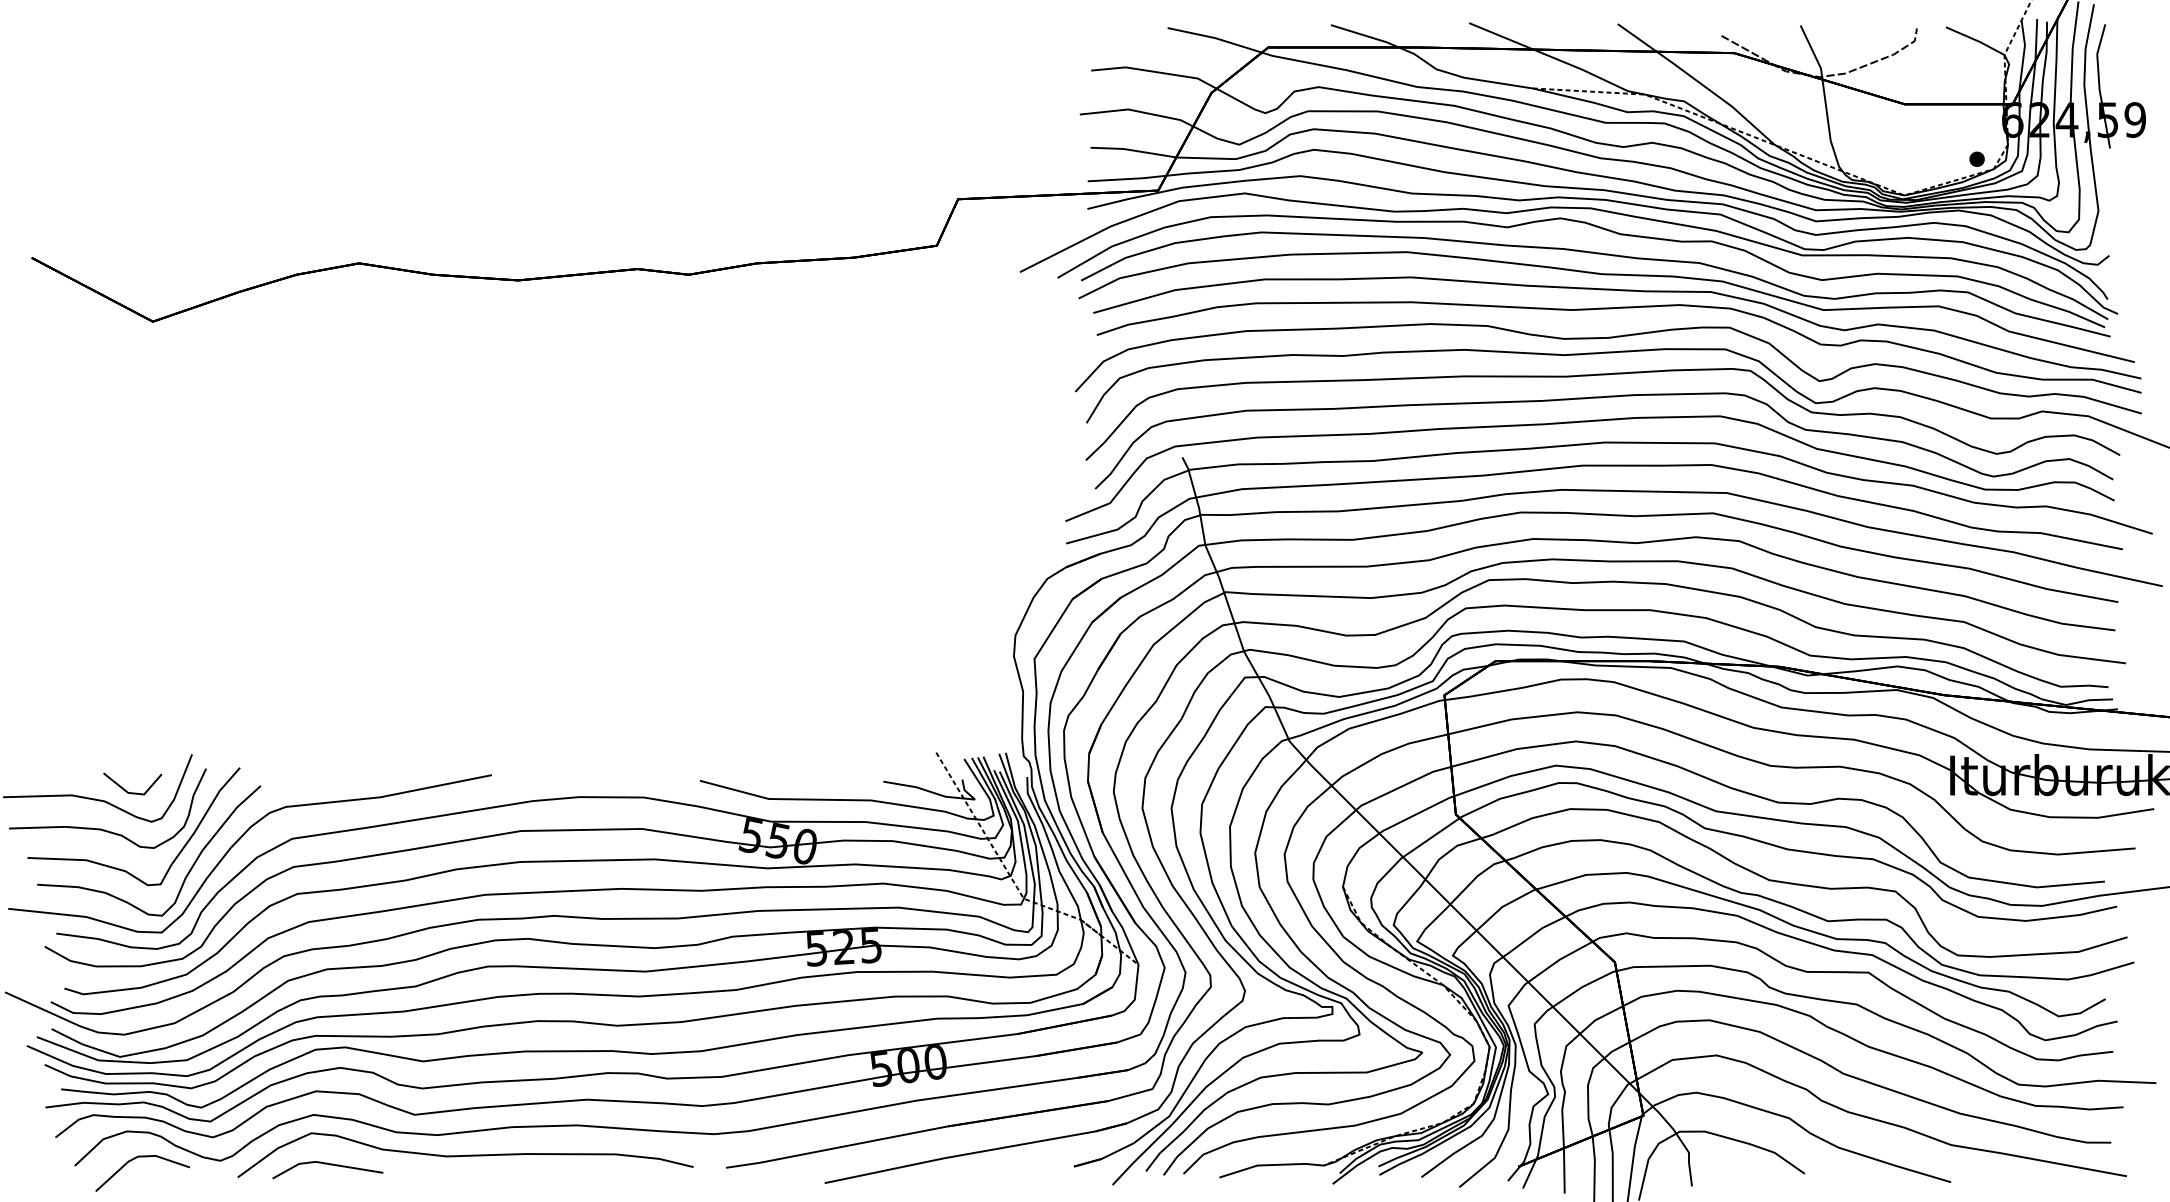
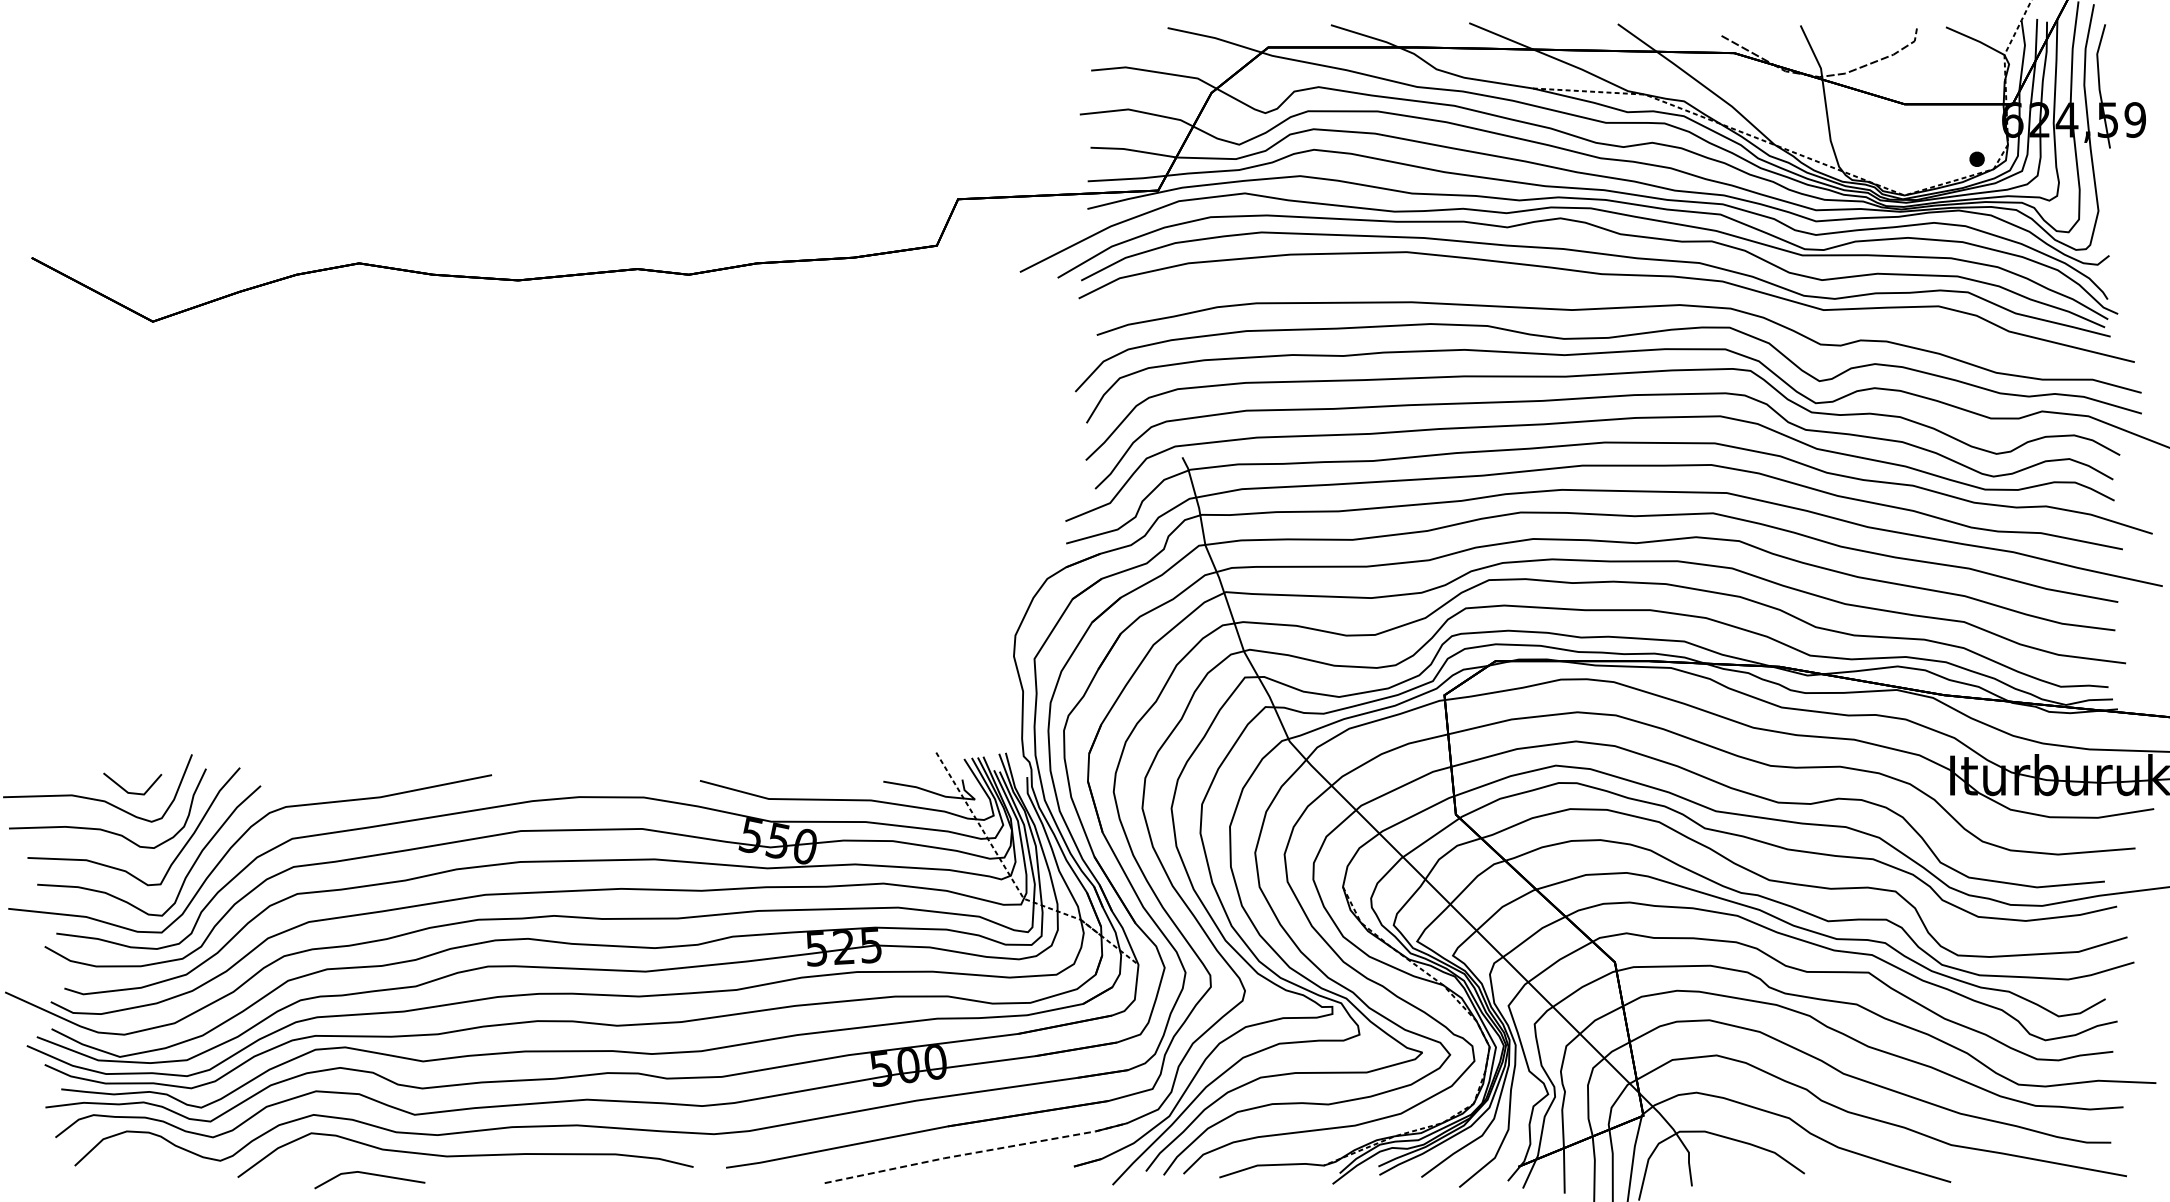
curve at (1621, 291): present -> none
line at (975, 1152): solid -> dashed
line at (142, 1157): present -> none
line at (330, 1165) position: (330, 1165) -> (372, 1175)
